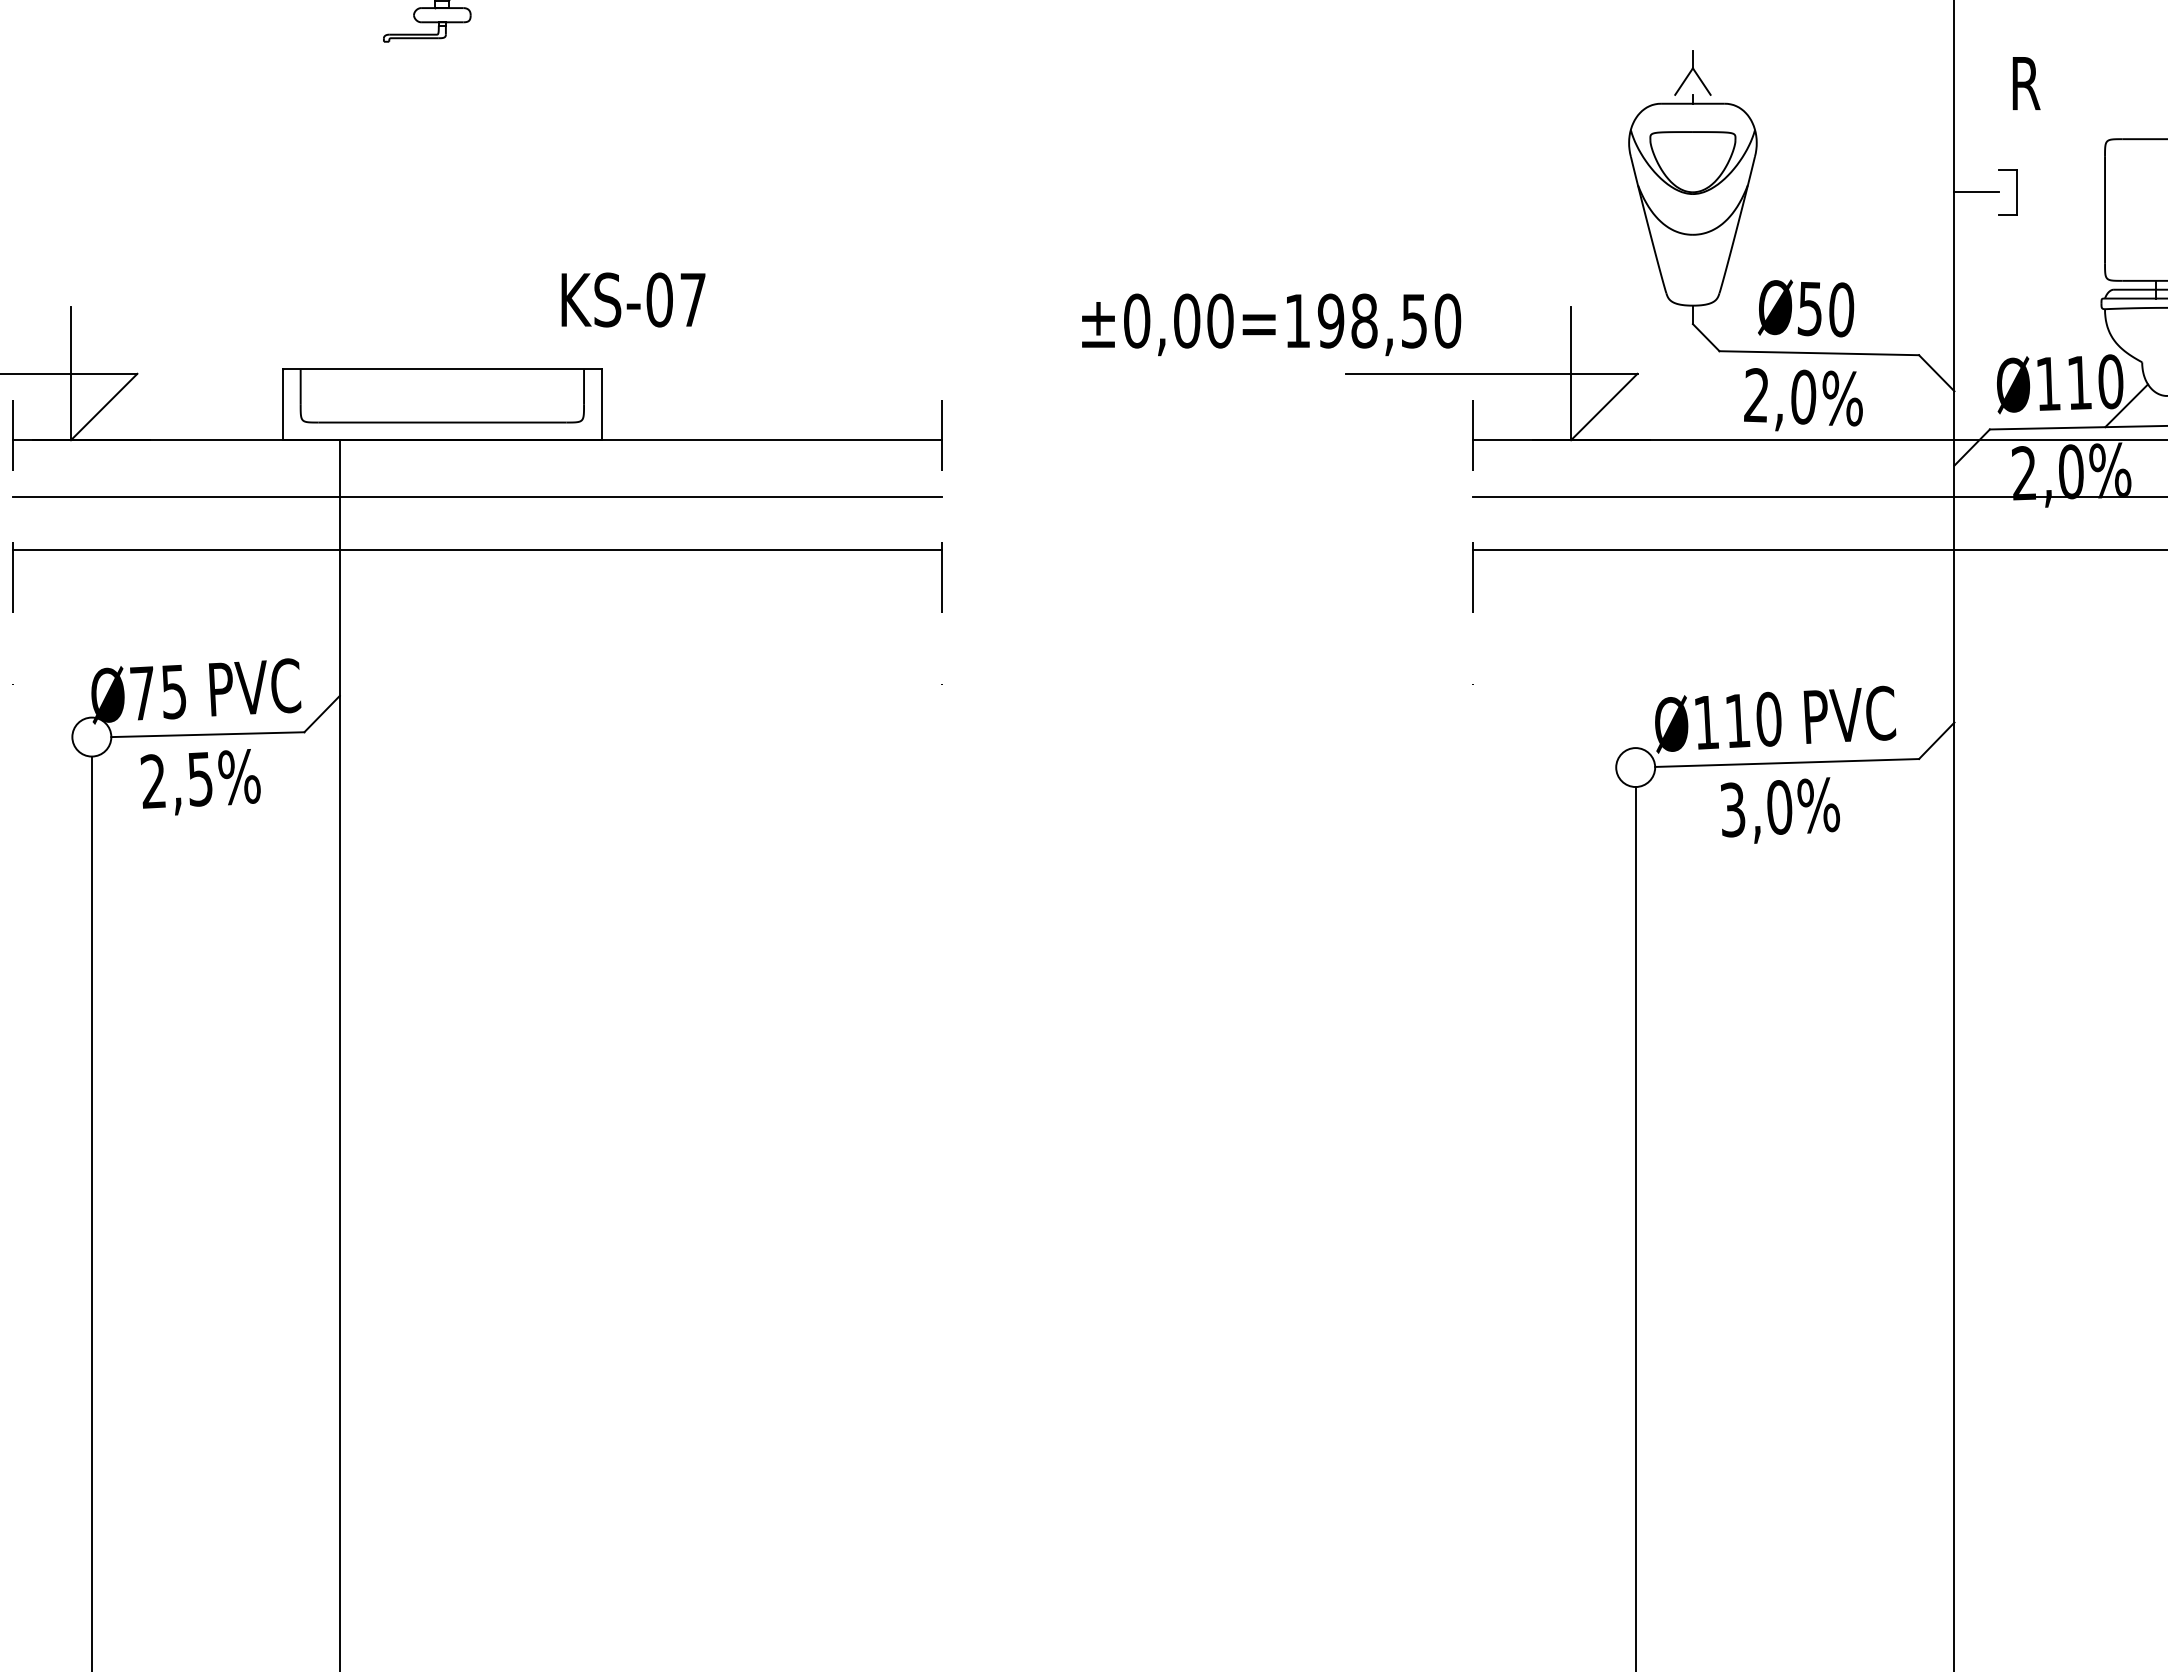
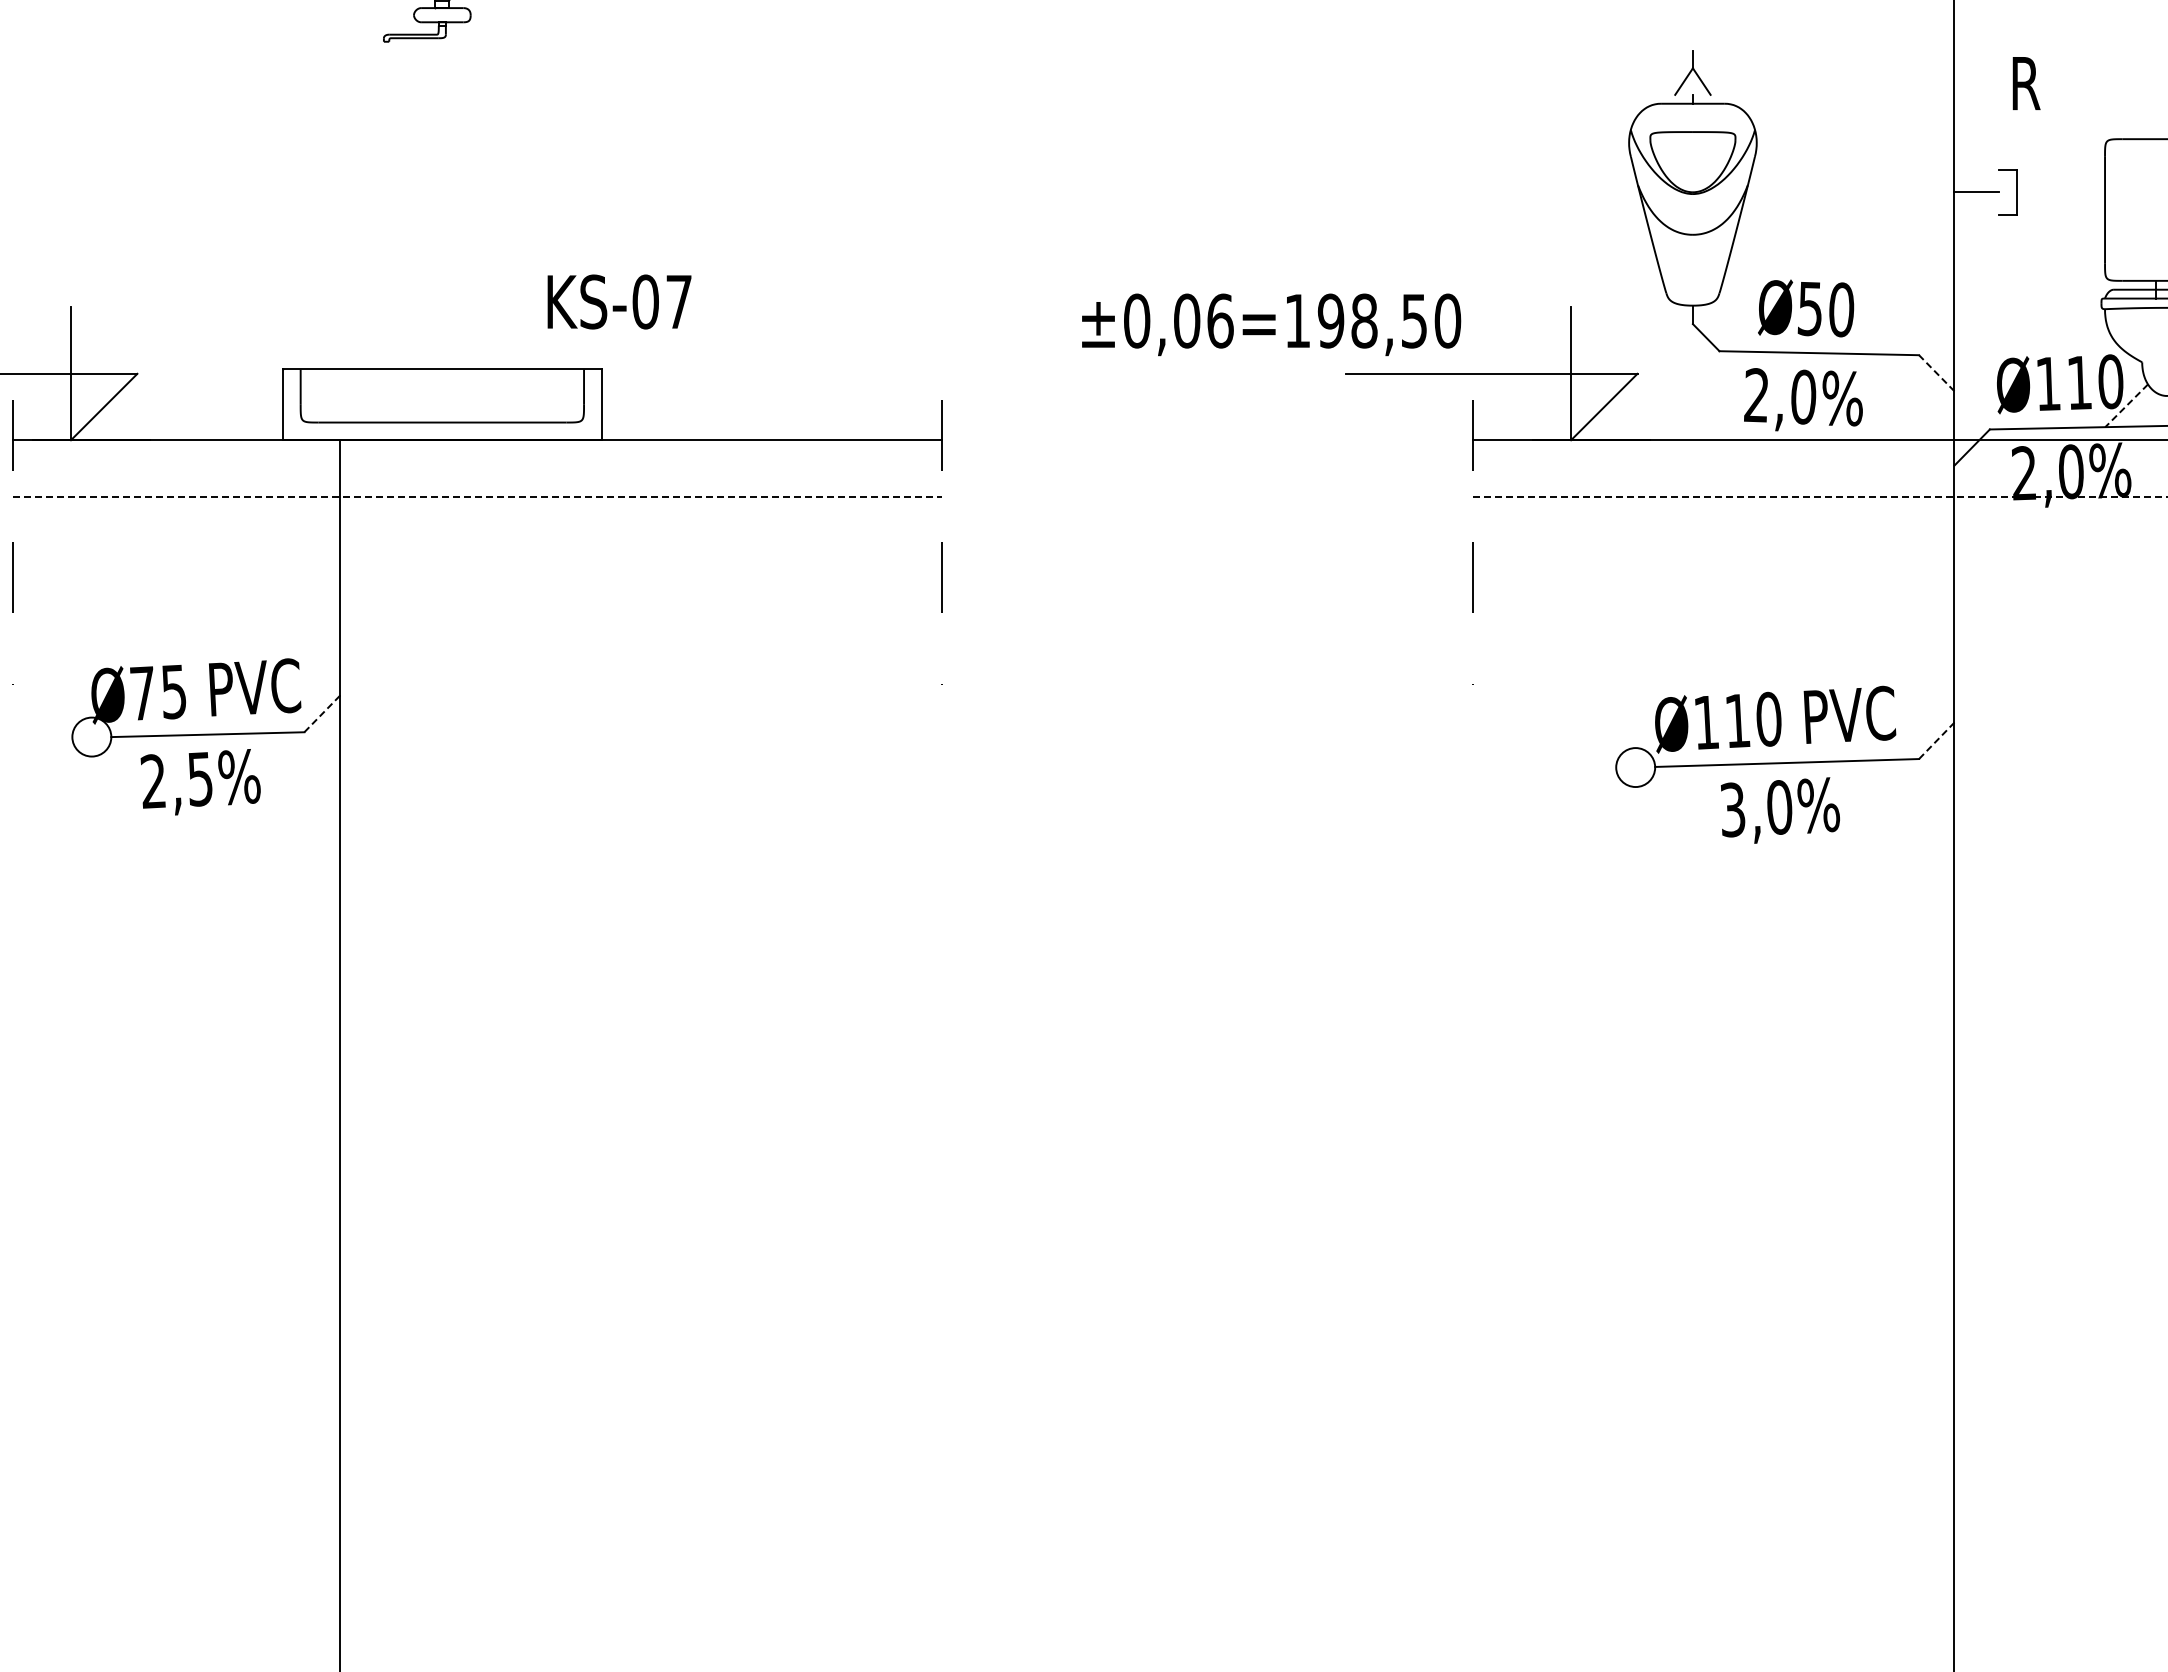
text at (633, 299) position: (633, 299) -> (619, 301)
text at (1220, 320): ±0,00=198,50 -> ±0,06=198,50
line at (1936, 372): solid -> dashed
line at (2126, 406): solid -> dashed
line at (477, 496): solid -> dashed
line at (1820, 496): solid -> dashed
line at (476, 550): present -> none
line at (1818, 550): present -> none
line at (322, 713): solid -> dashed
line at (1937, 740): solid -> dashed
line at (91, 1212): present -> none
line at (1635, 1227): present -> none
